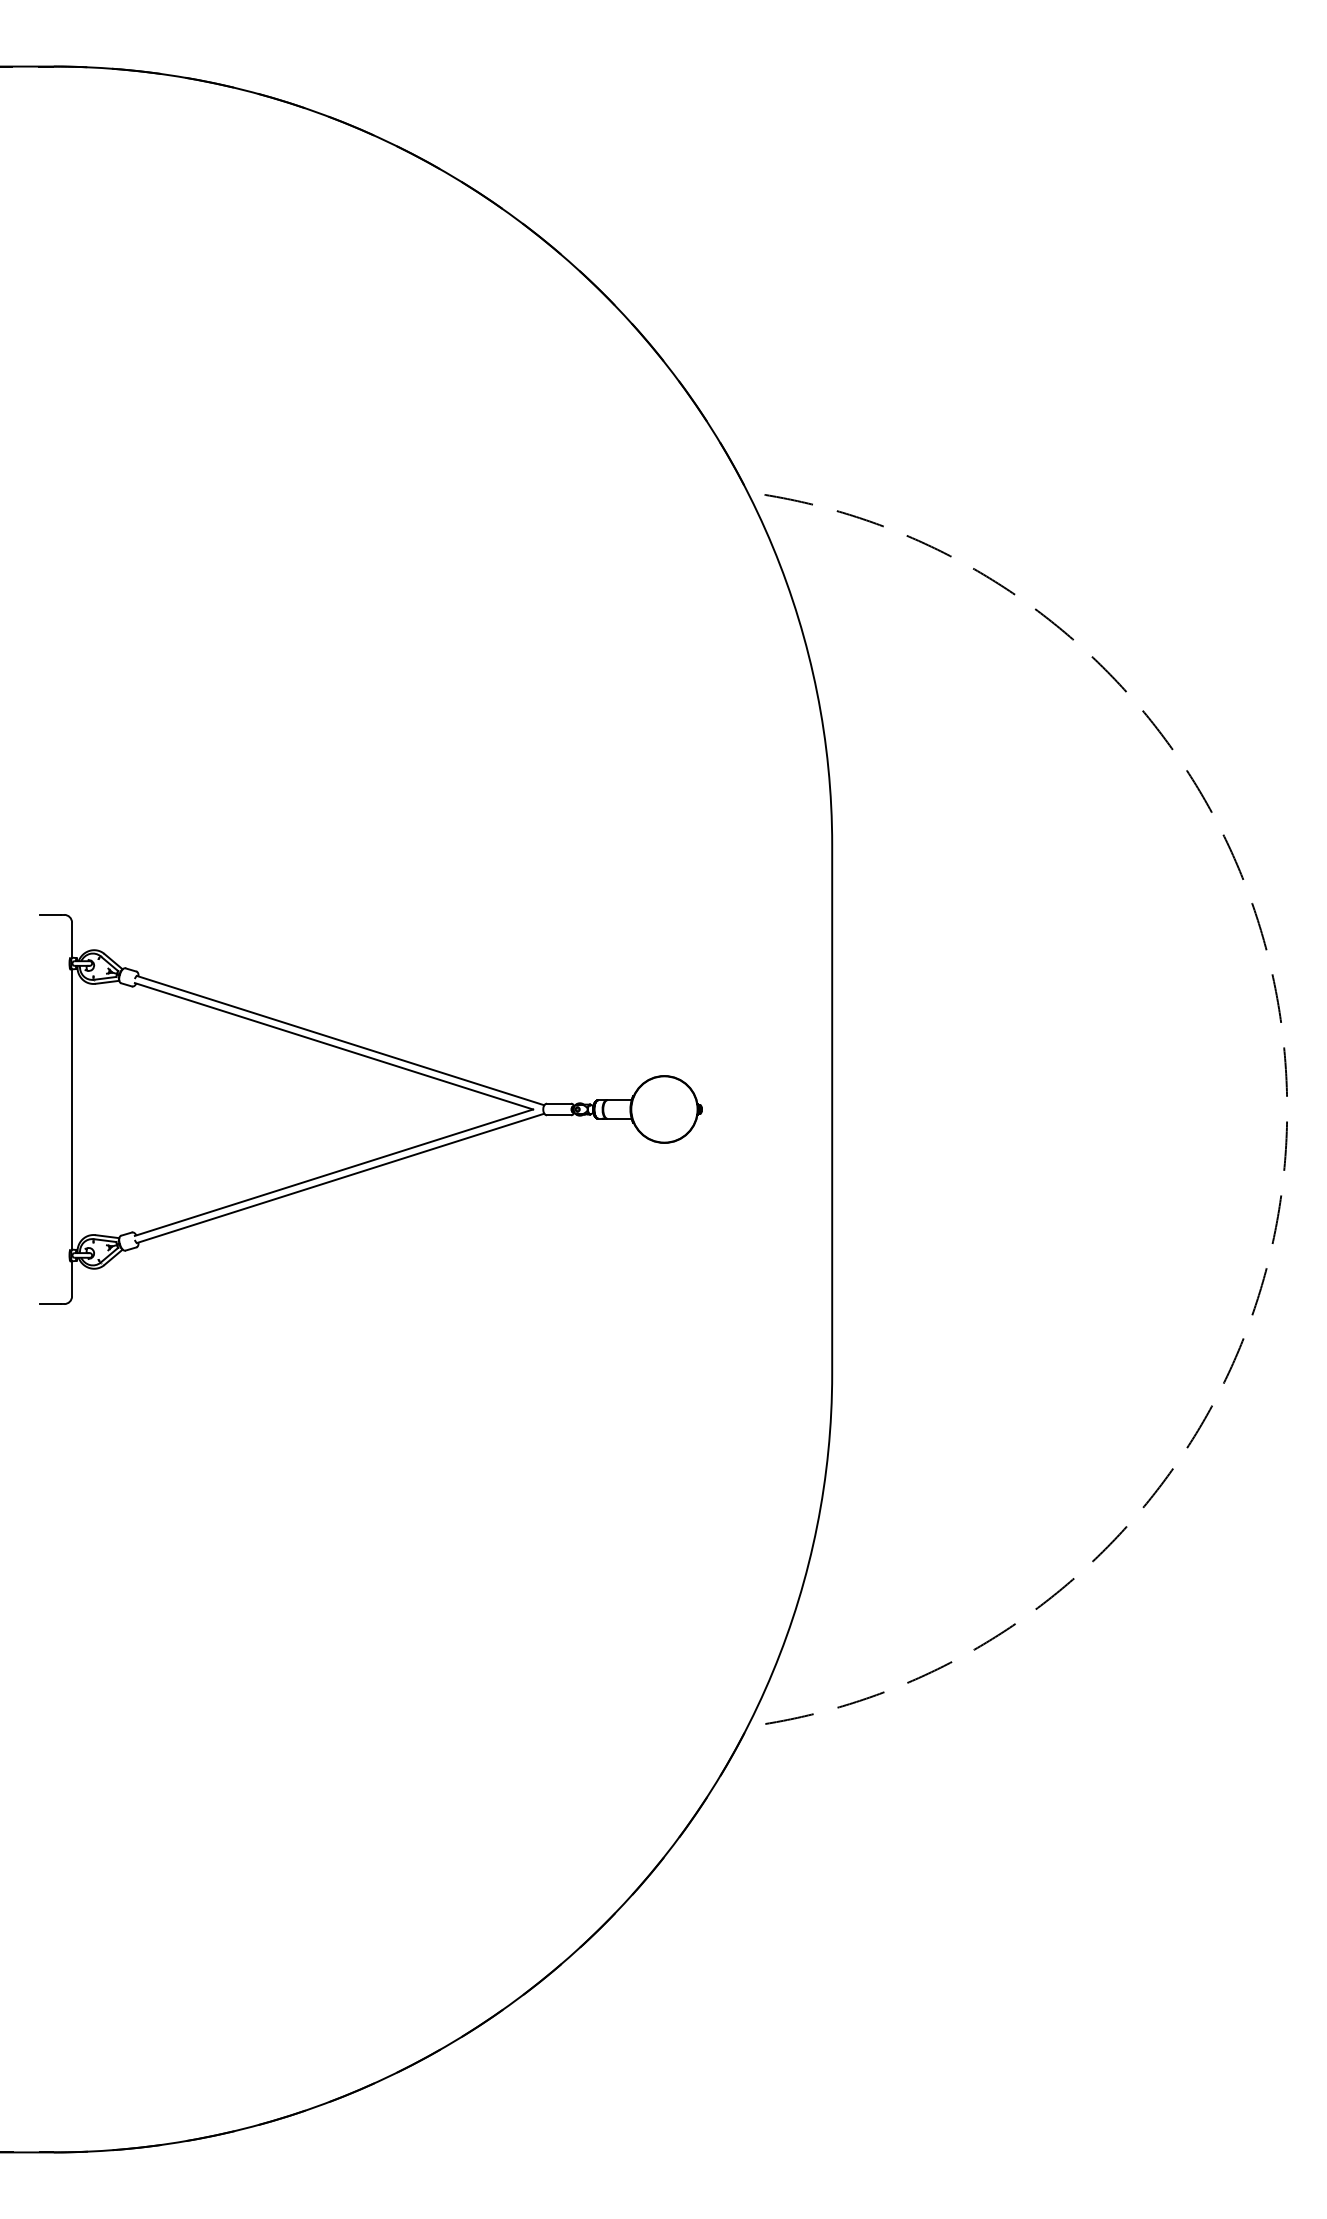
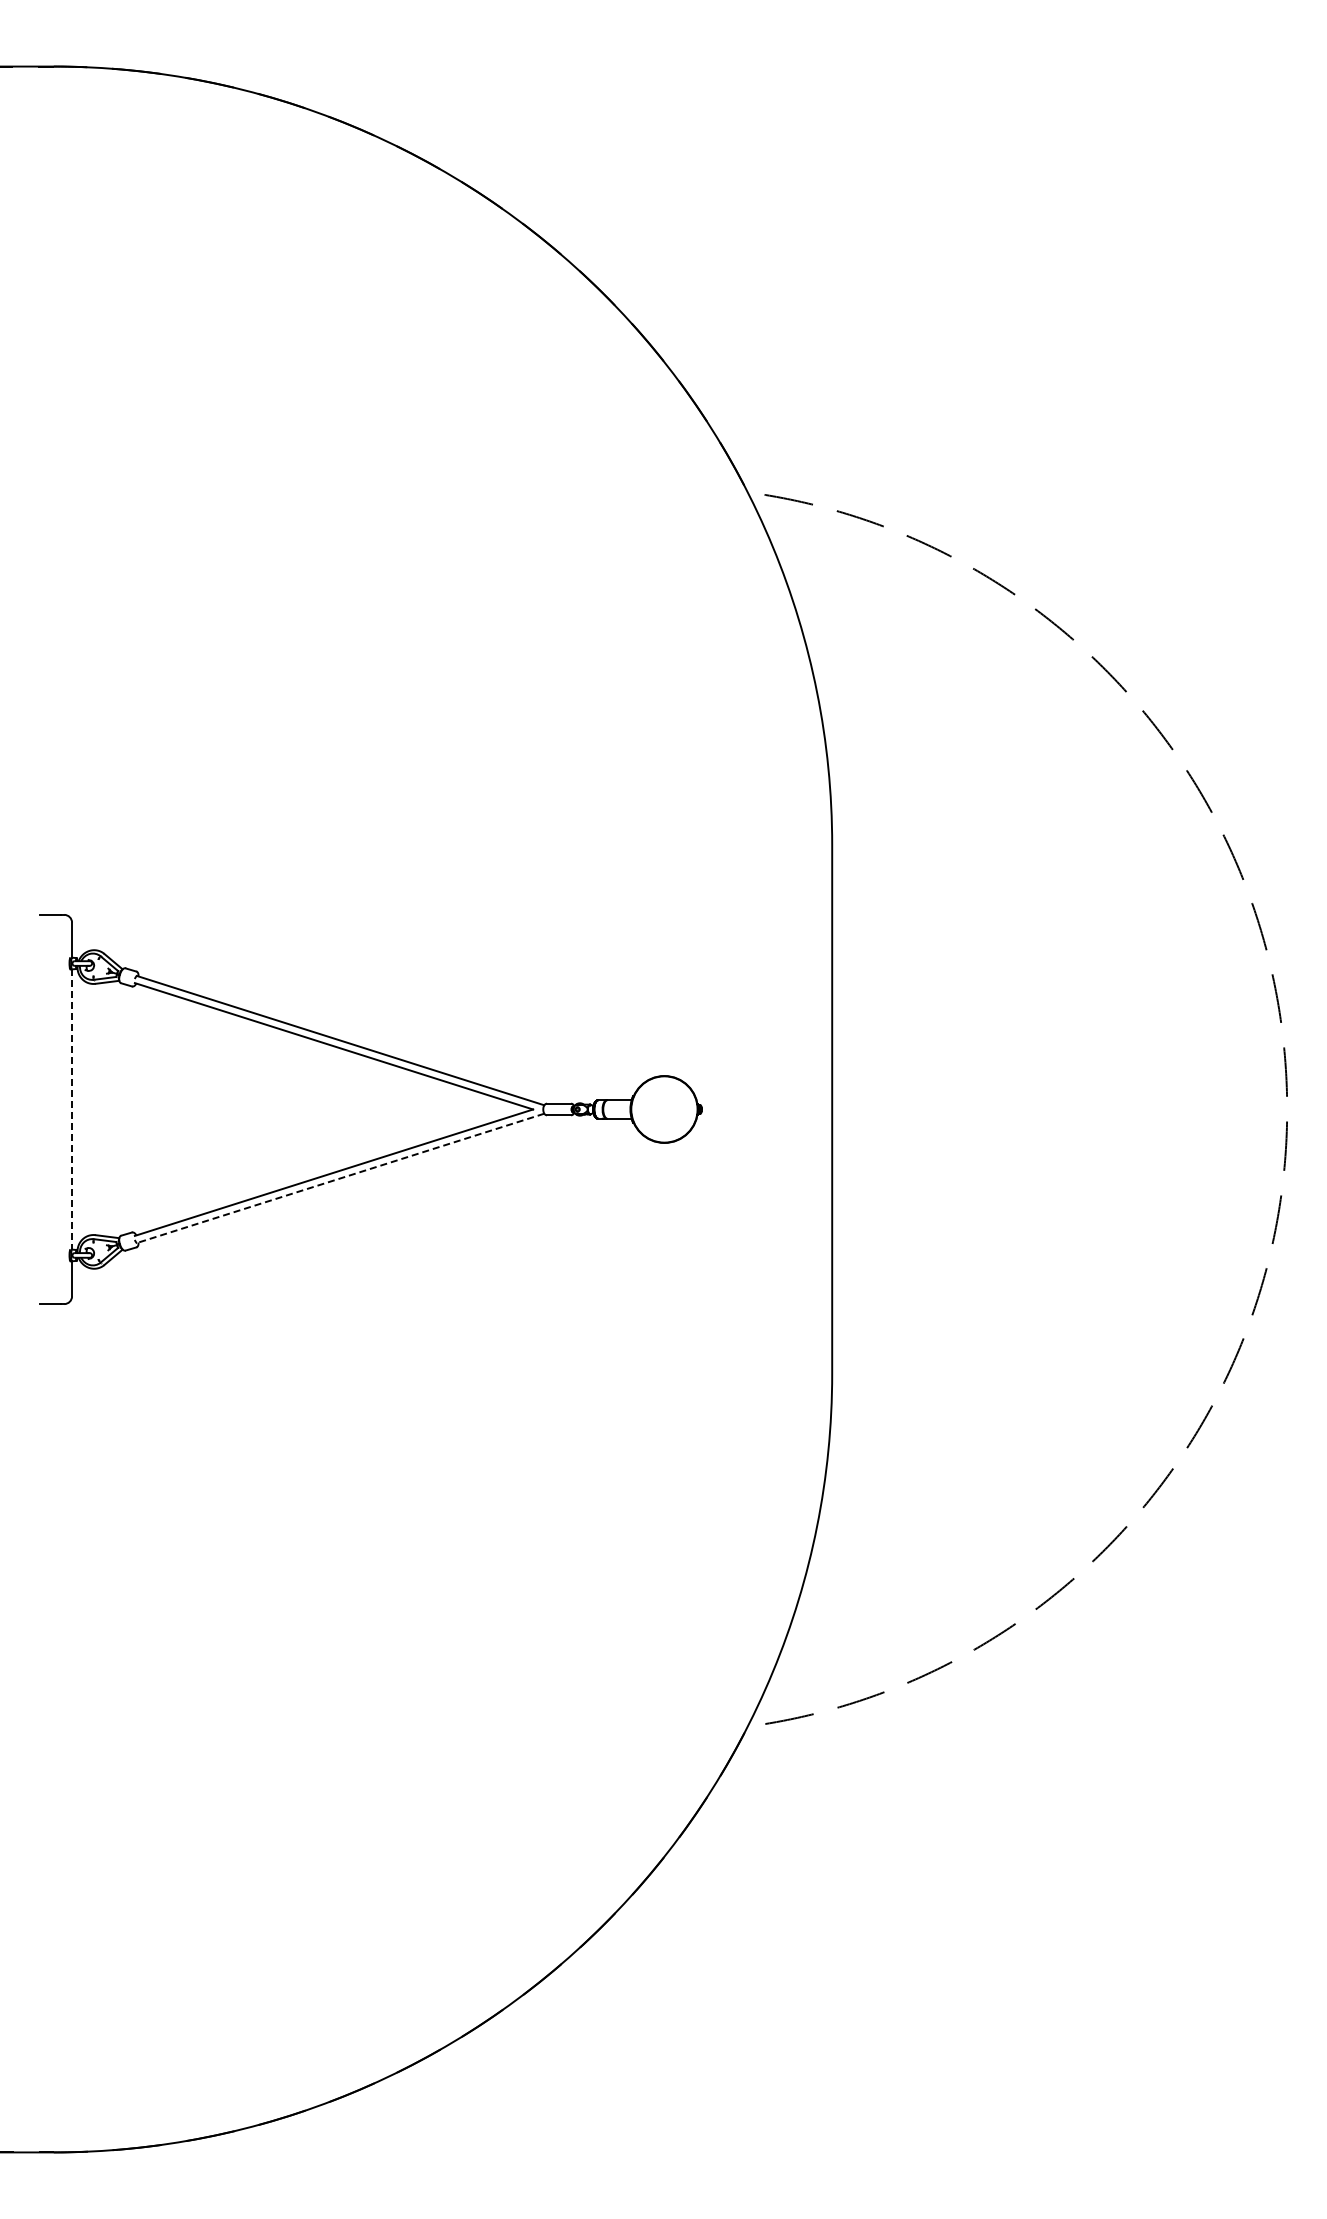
line at (72, 1109): solid -> dashed
line at (340, 1178): solid -> dashed
